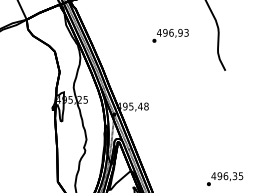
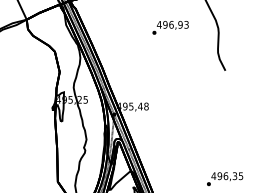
text at (170, 35) position: (170, 35) -> (170, 27)
